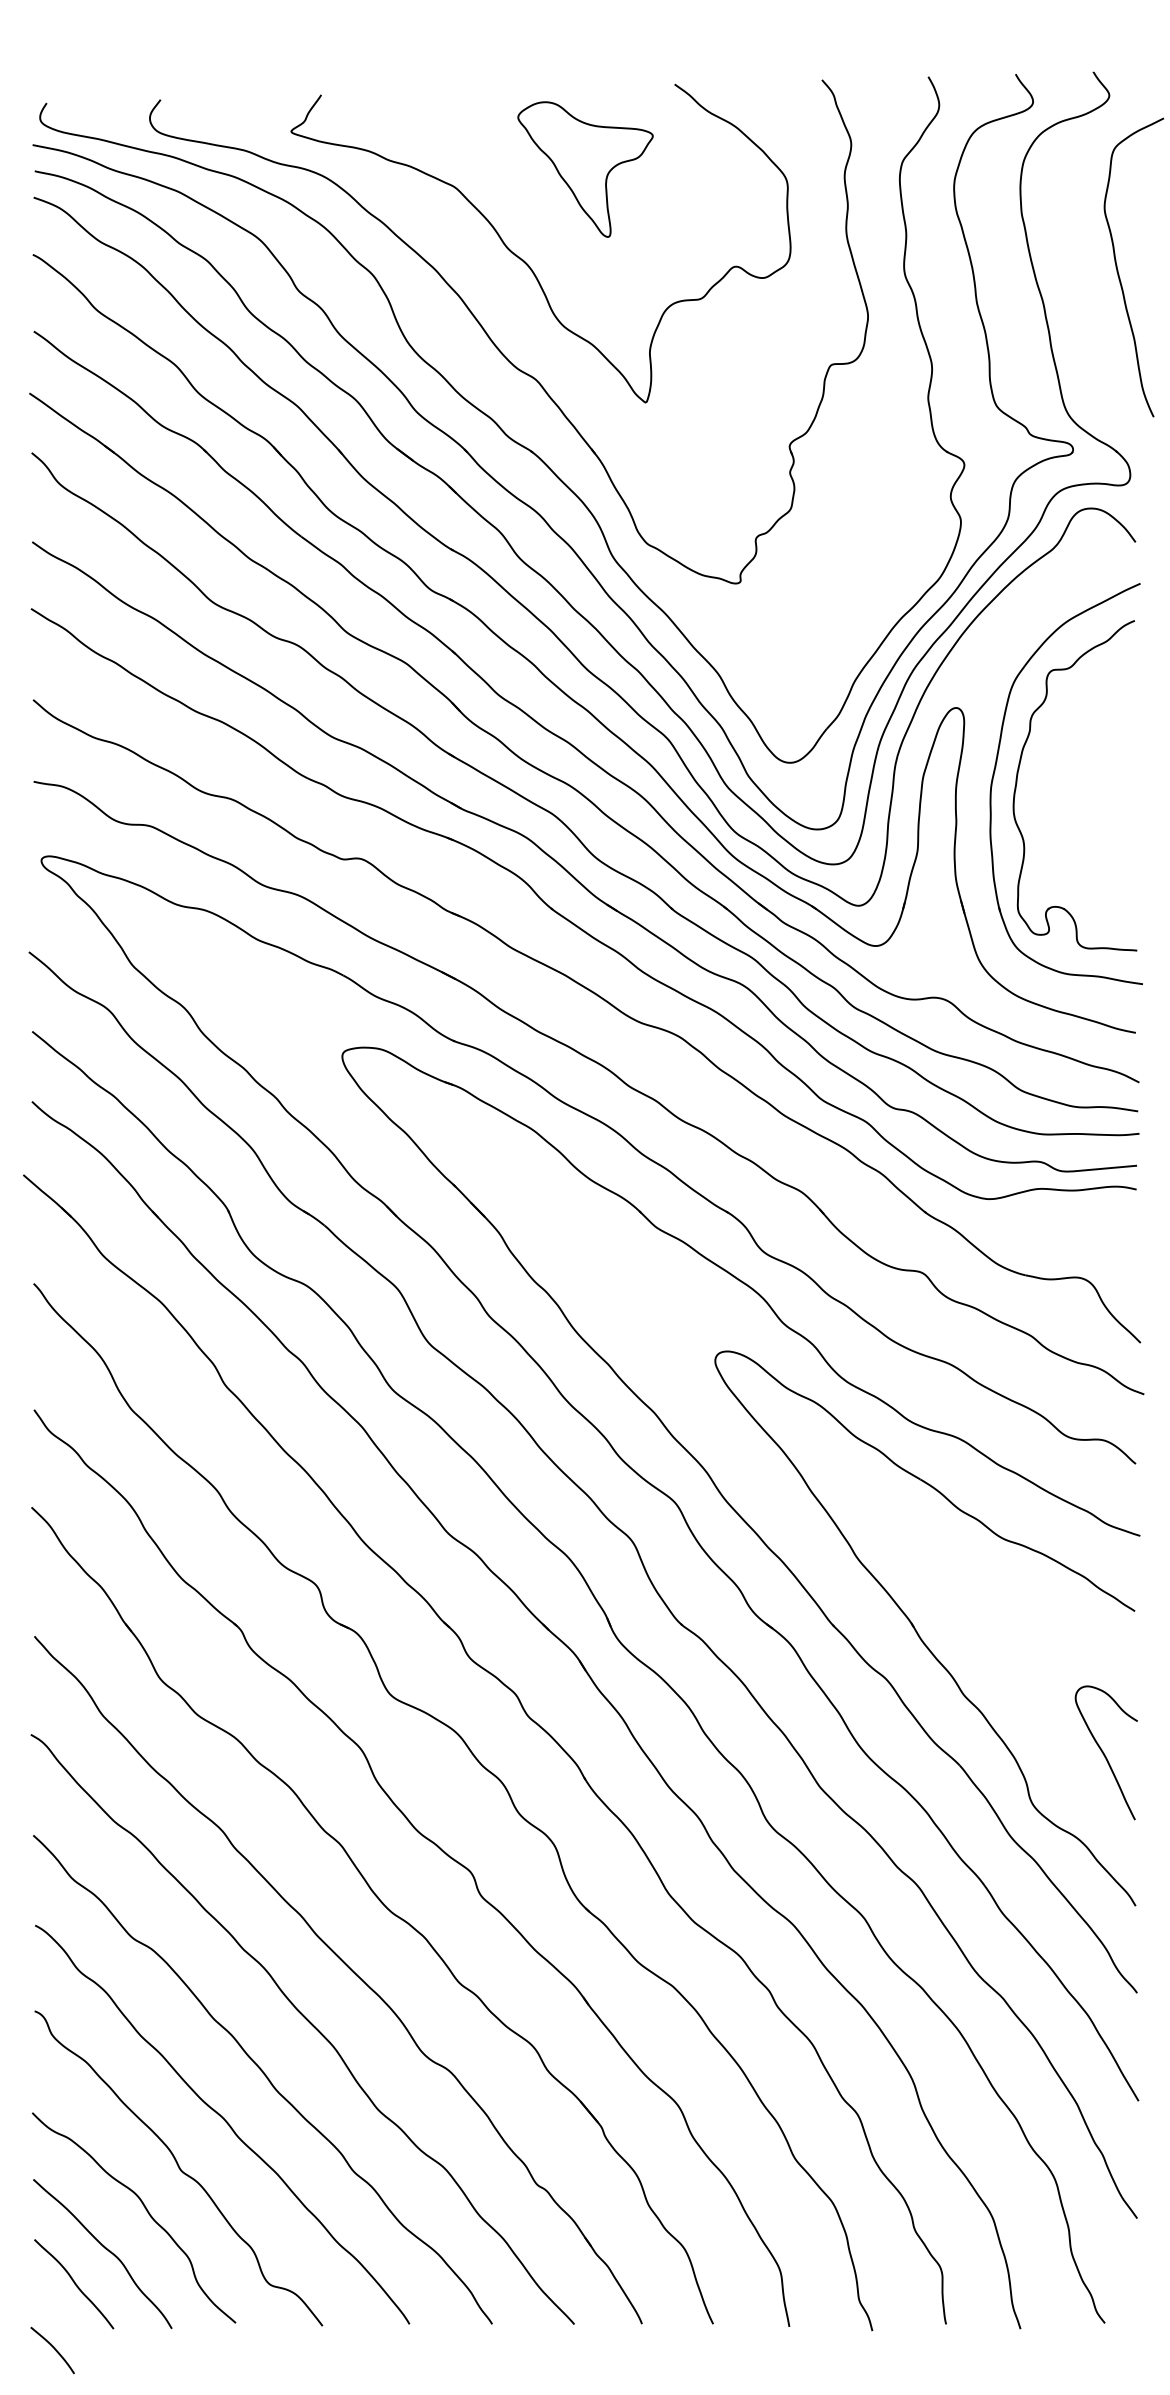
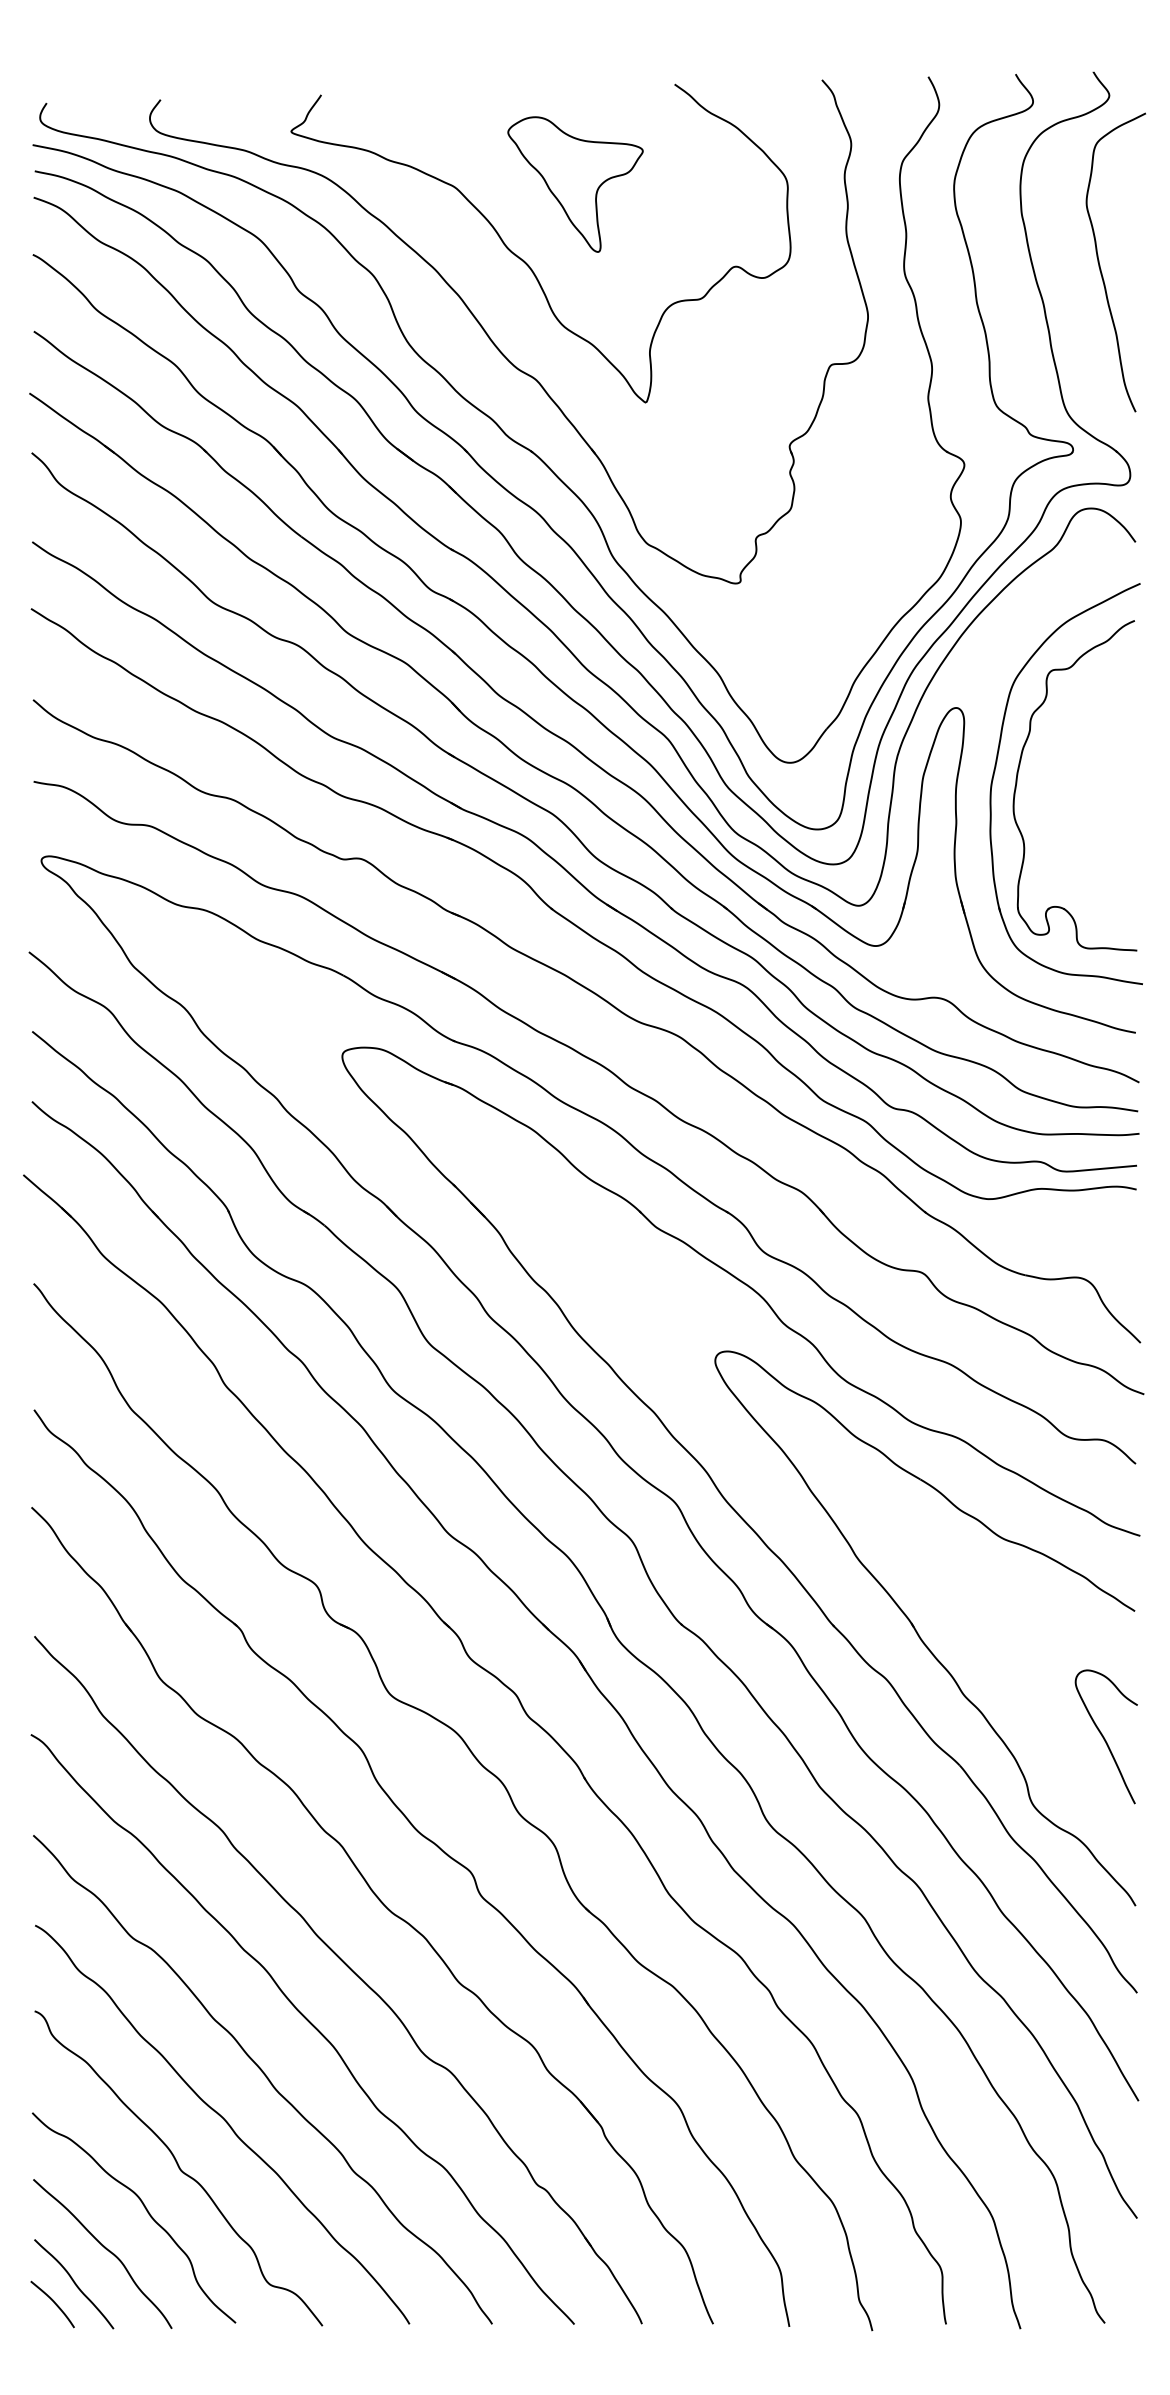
part at (585, 169) position: (585, 169) -> (575, 184)
curve at (1118, 269) position: (1118, 269) -> (1100, 264)
curve at (1104, 1753) position: (1104, 1753) -> (1104, 1737)
curve at (53, 2348) position: (53, 2348) -> (53, 2302)
